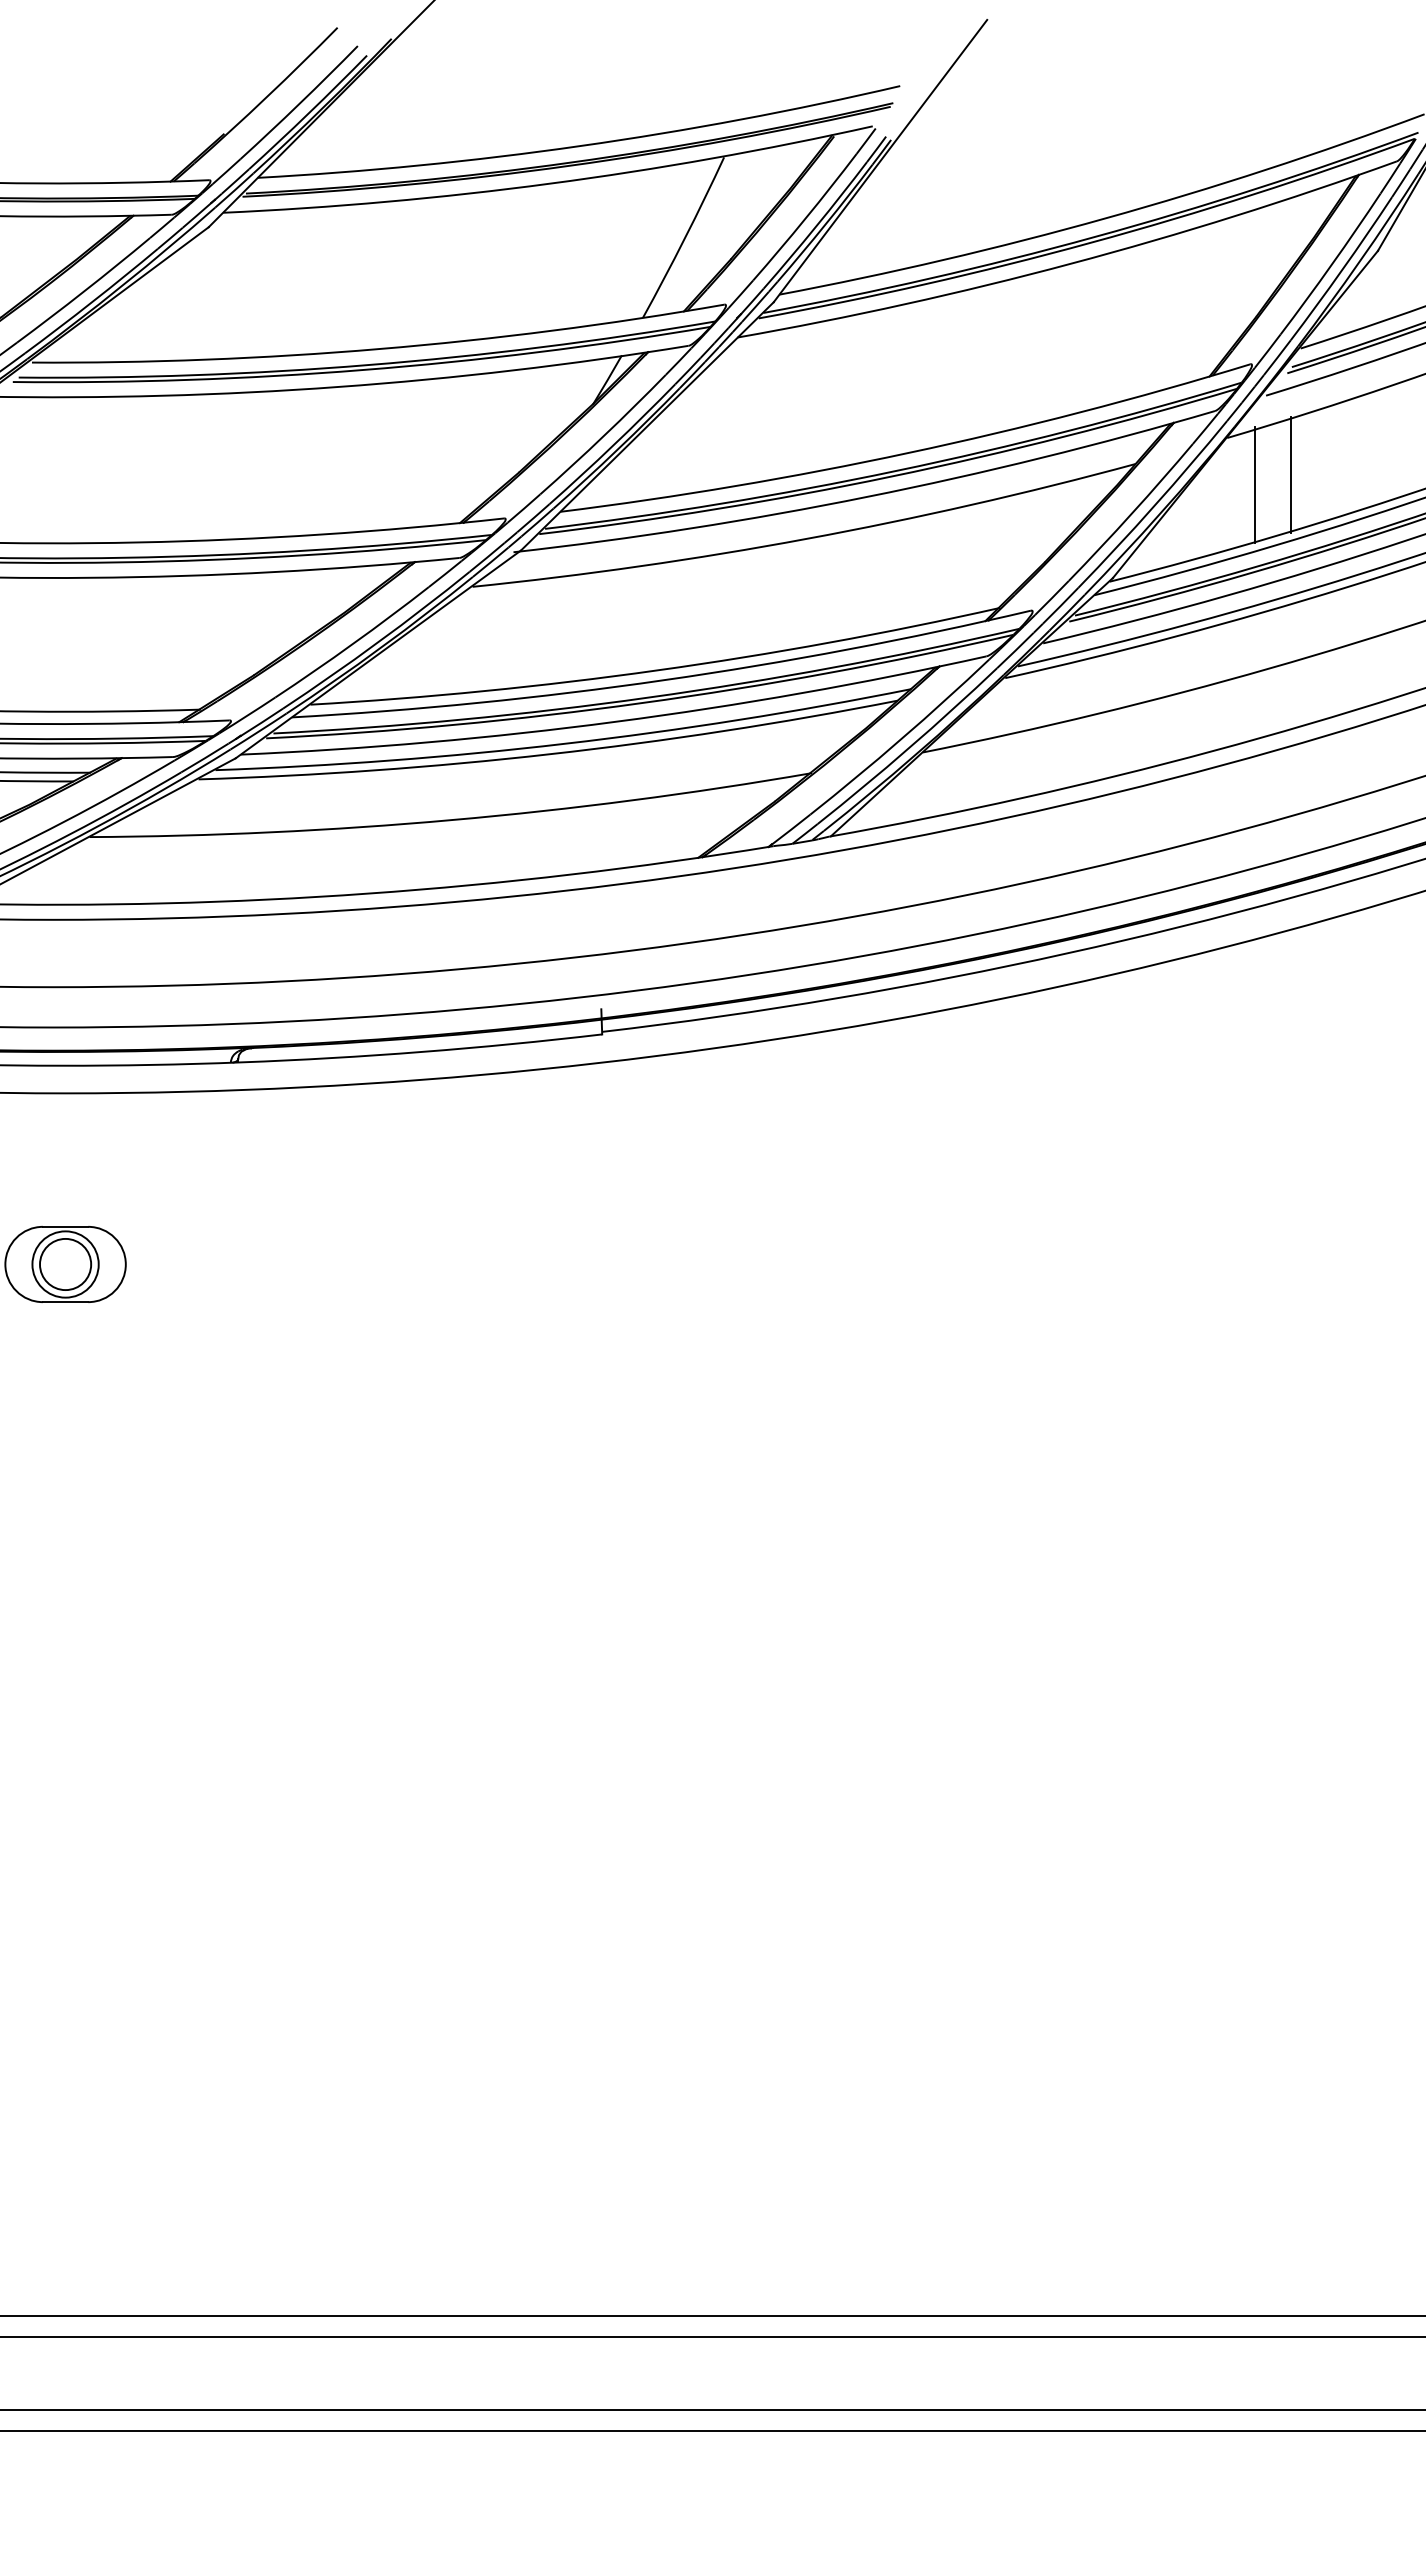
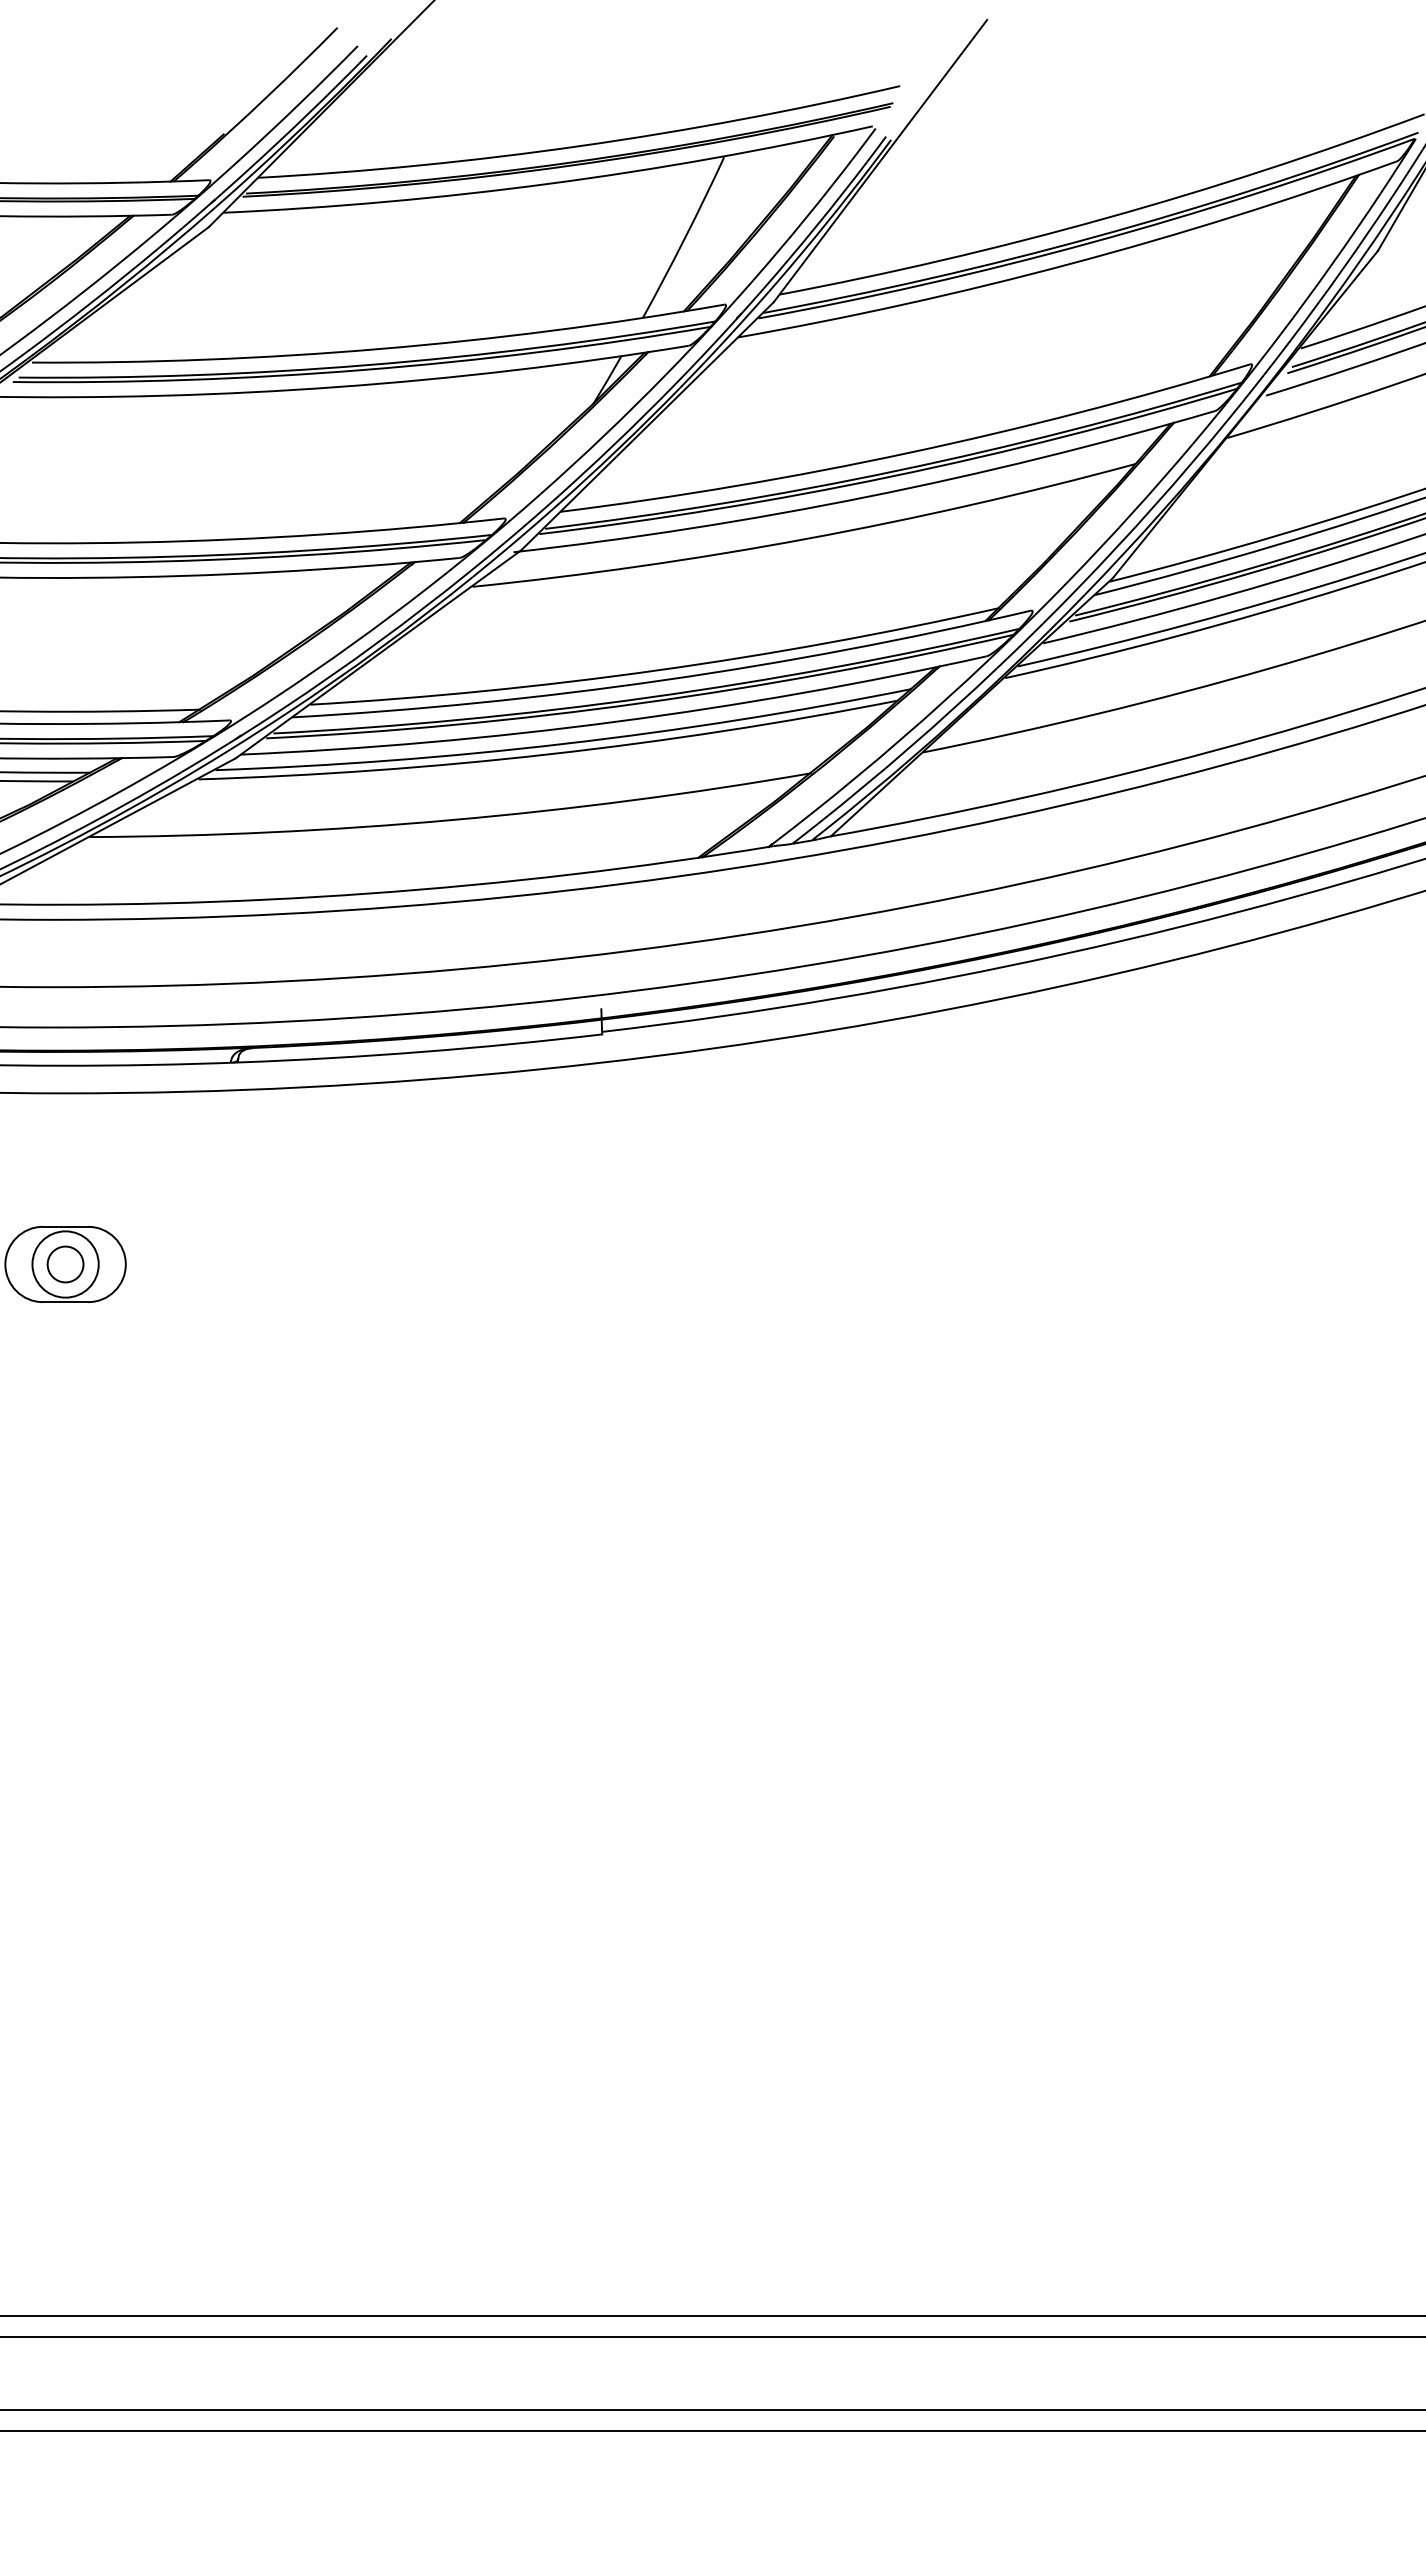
line at (1291, 474): present -> none
line at (1255, 484): present -> none
circle at (65, 1264) diameter: 51 px -> 36 px
